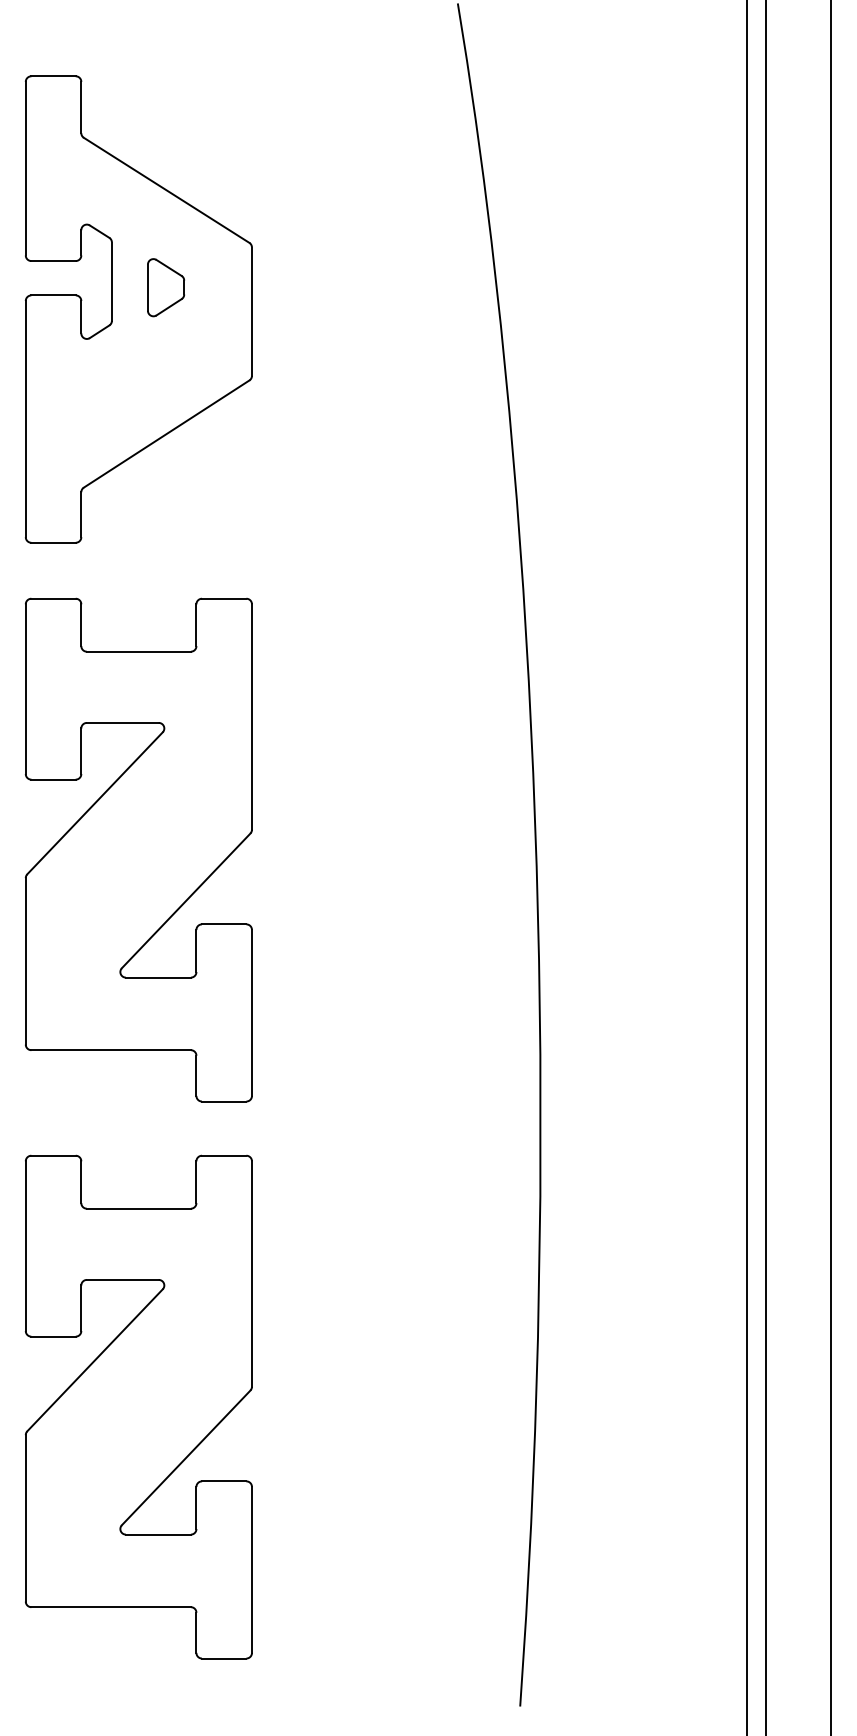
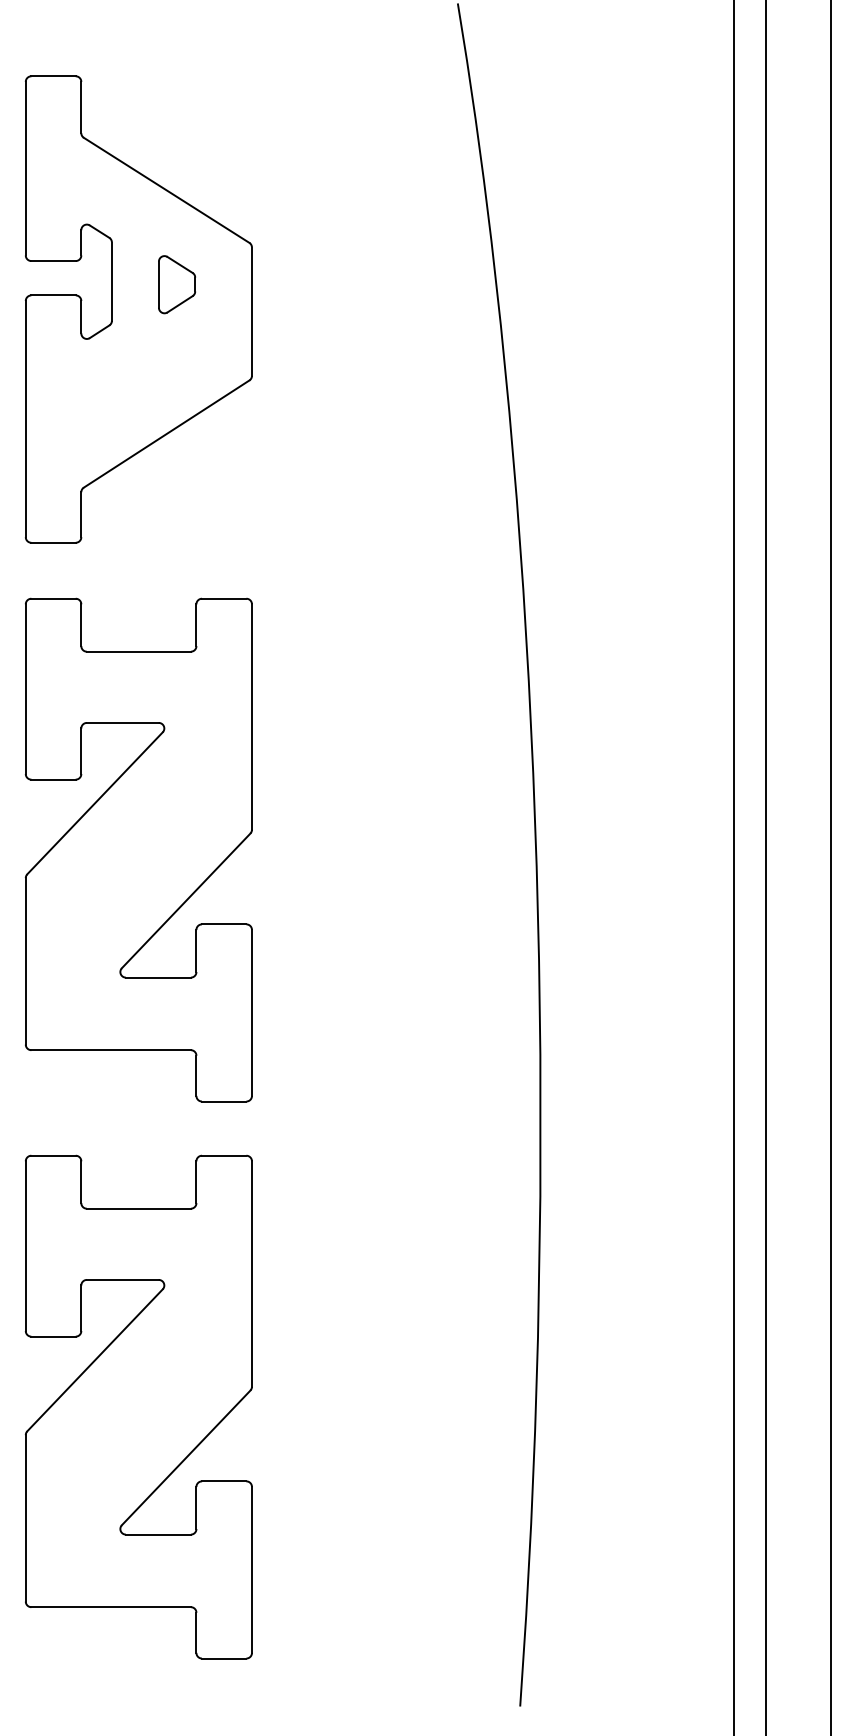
part at (165, 287) position: (165, 287) -> (176, 284)
line at (746, 867) position: (746, 867) -> (733, 867)
